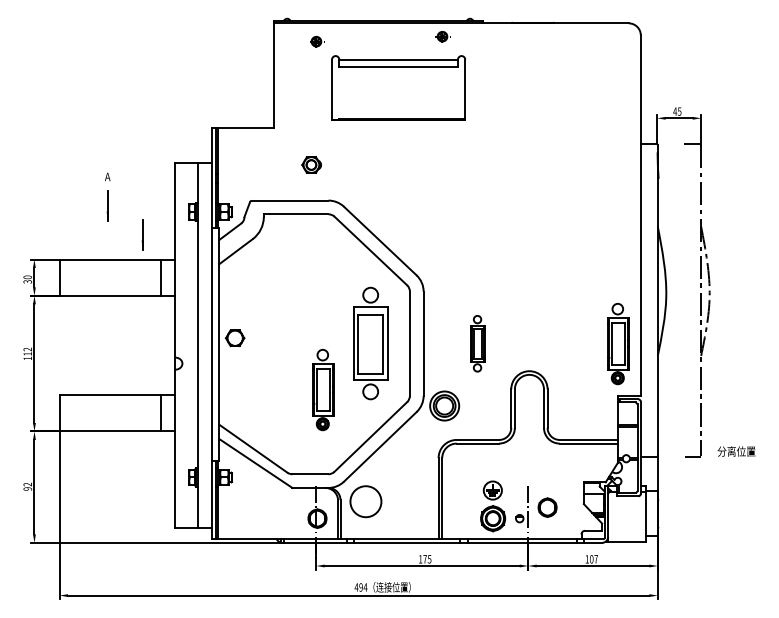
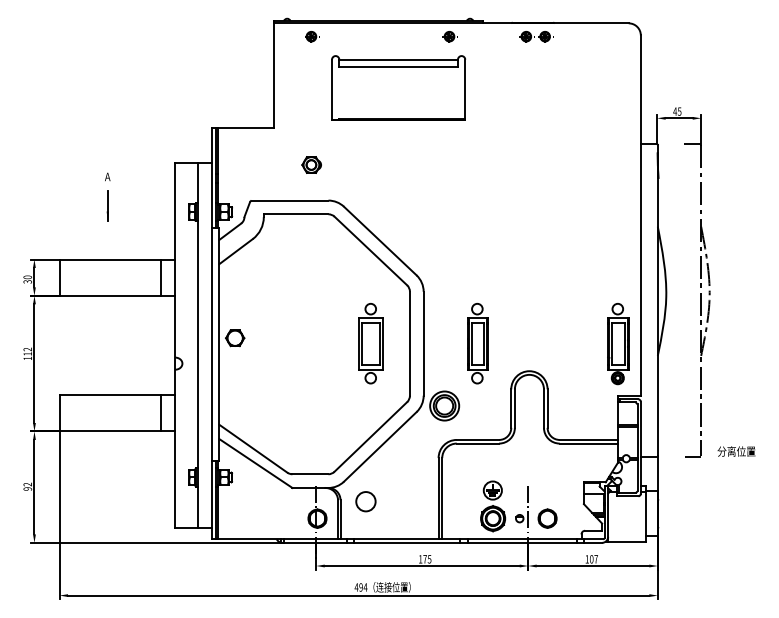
part at (442, 36) position: (442, 36) -> (449, 36)
part at (536, 36): none -> present
part at (317, 41) position: (317, 41) -> (312, 36)
line at (142, 234): present -> none
part at (370, 343) size: 36x115 px -> 26x82 px
part at (477, 343) size: 16x58 px -> 22x82 px
part at (323, 390): present -> none
circle at (365, 501) diameter: 31 px -> 19 px
part at (547, 507) position: (547, 507) -> (547, 518)
